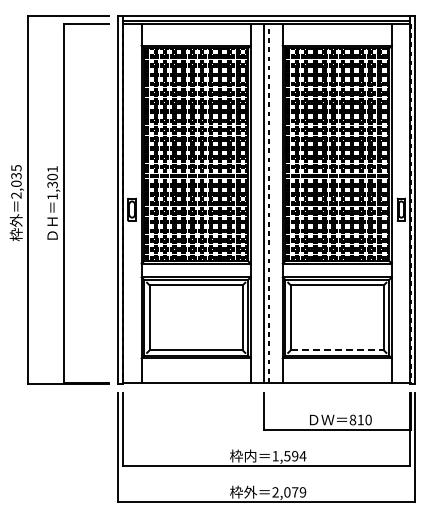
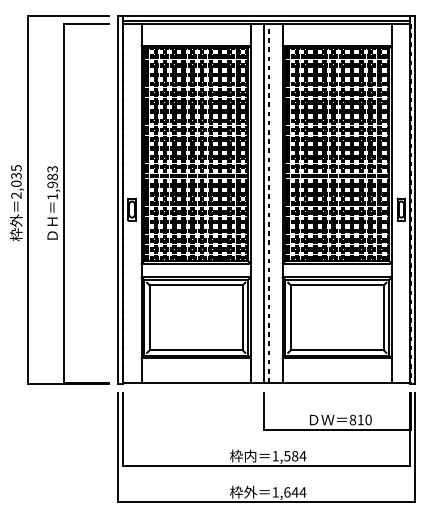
text at (52, 177): 1,301 -> 1,983
line at (337, 350): dashed -> solid
text at (295, 456): 1,594 -> 1,584
text at (289, 492): 2,079 -> 1,644
